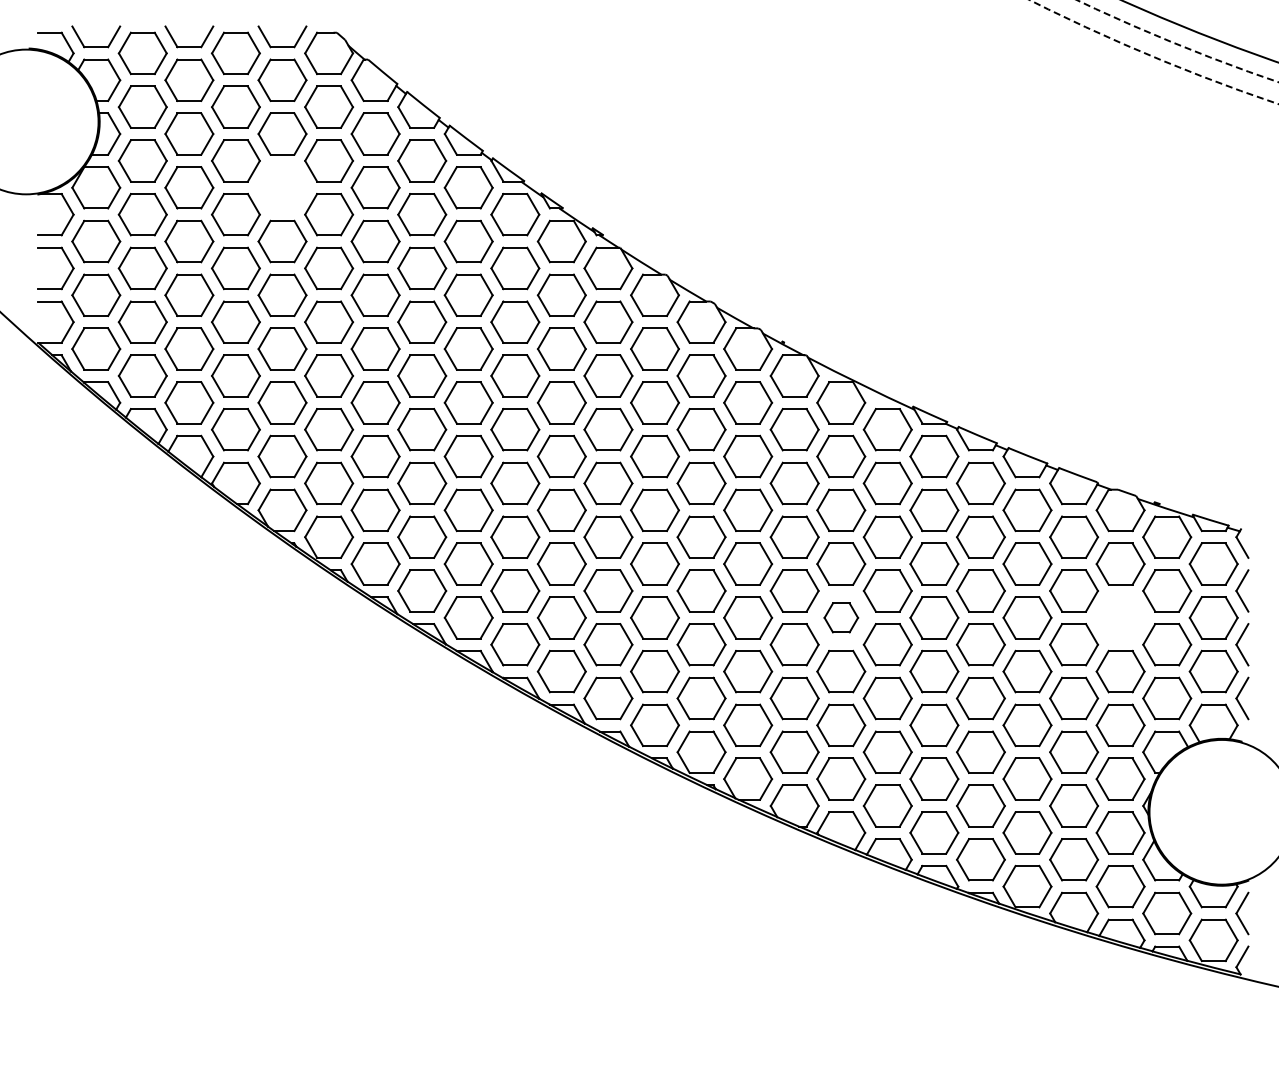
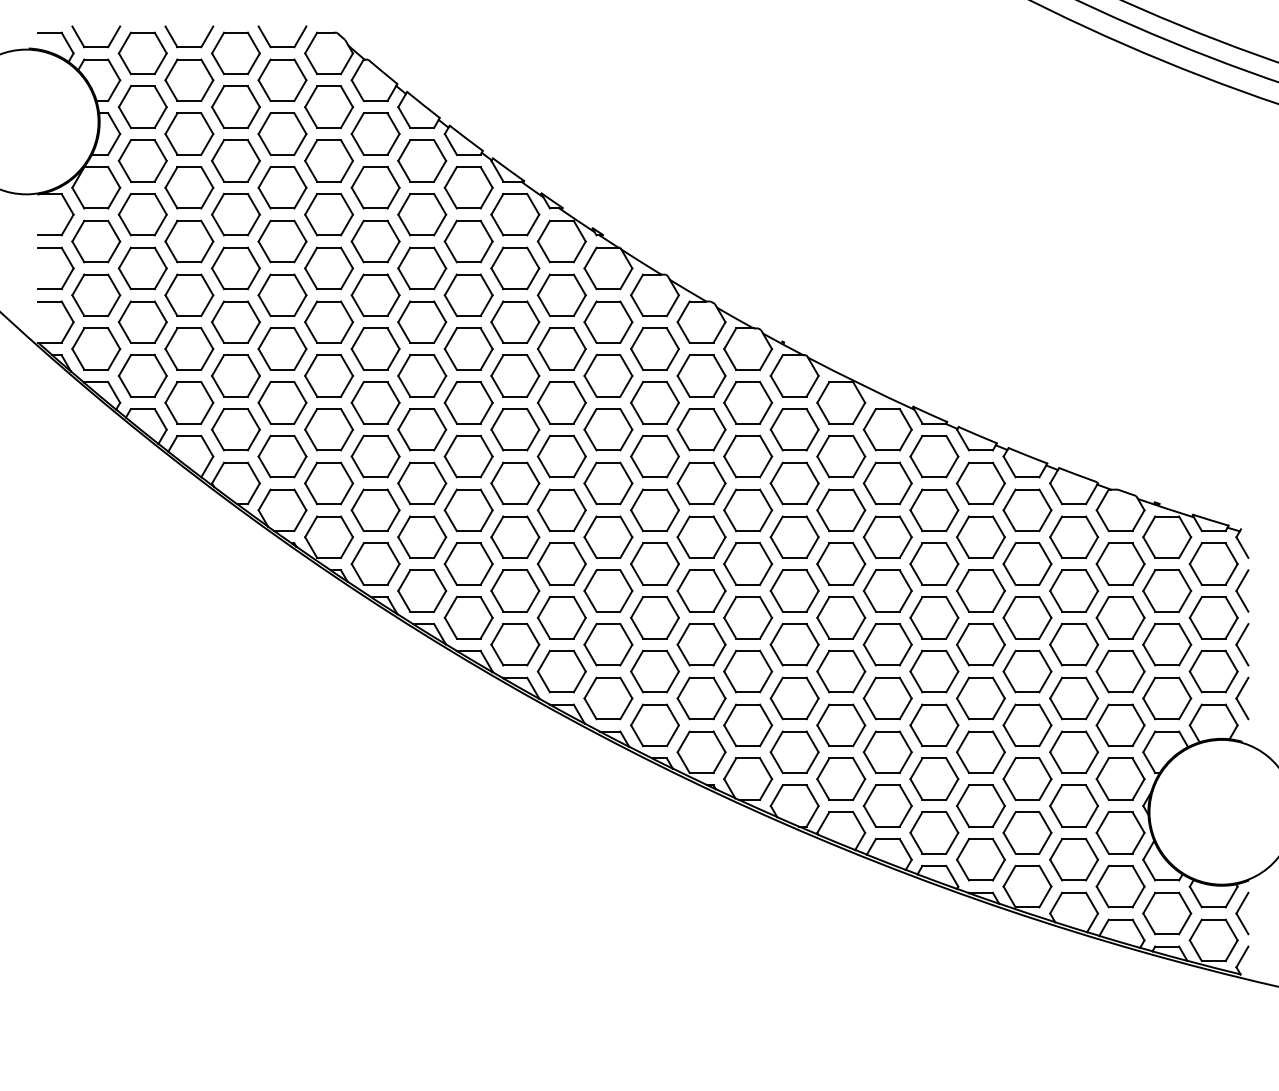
arc at (1176, 43): dashed -> solid
arc at (1152, 56): dashed -> solid
part at (282, 187): none -> present
part at (841, 617) size: 37x32 px -> 51x44 px
part at (1120, 617): none -> present
